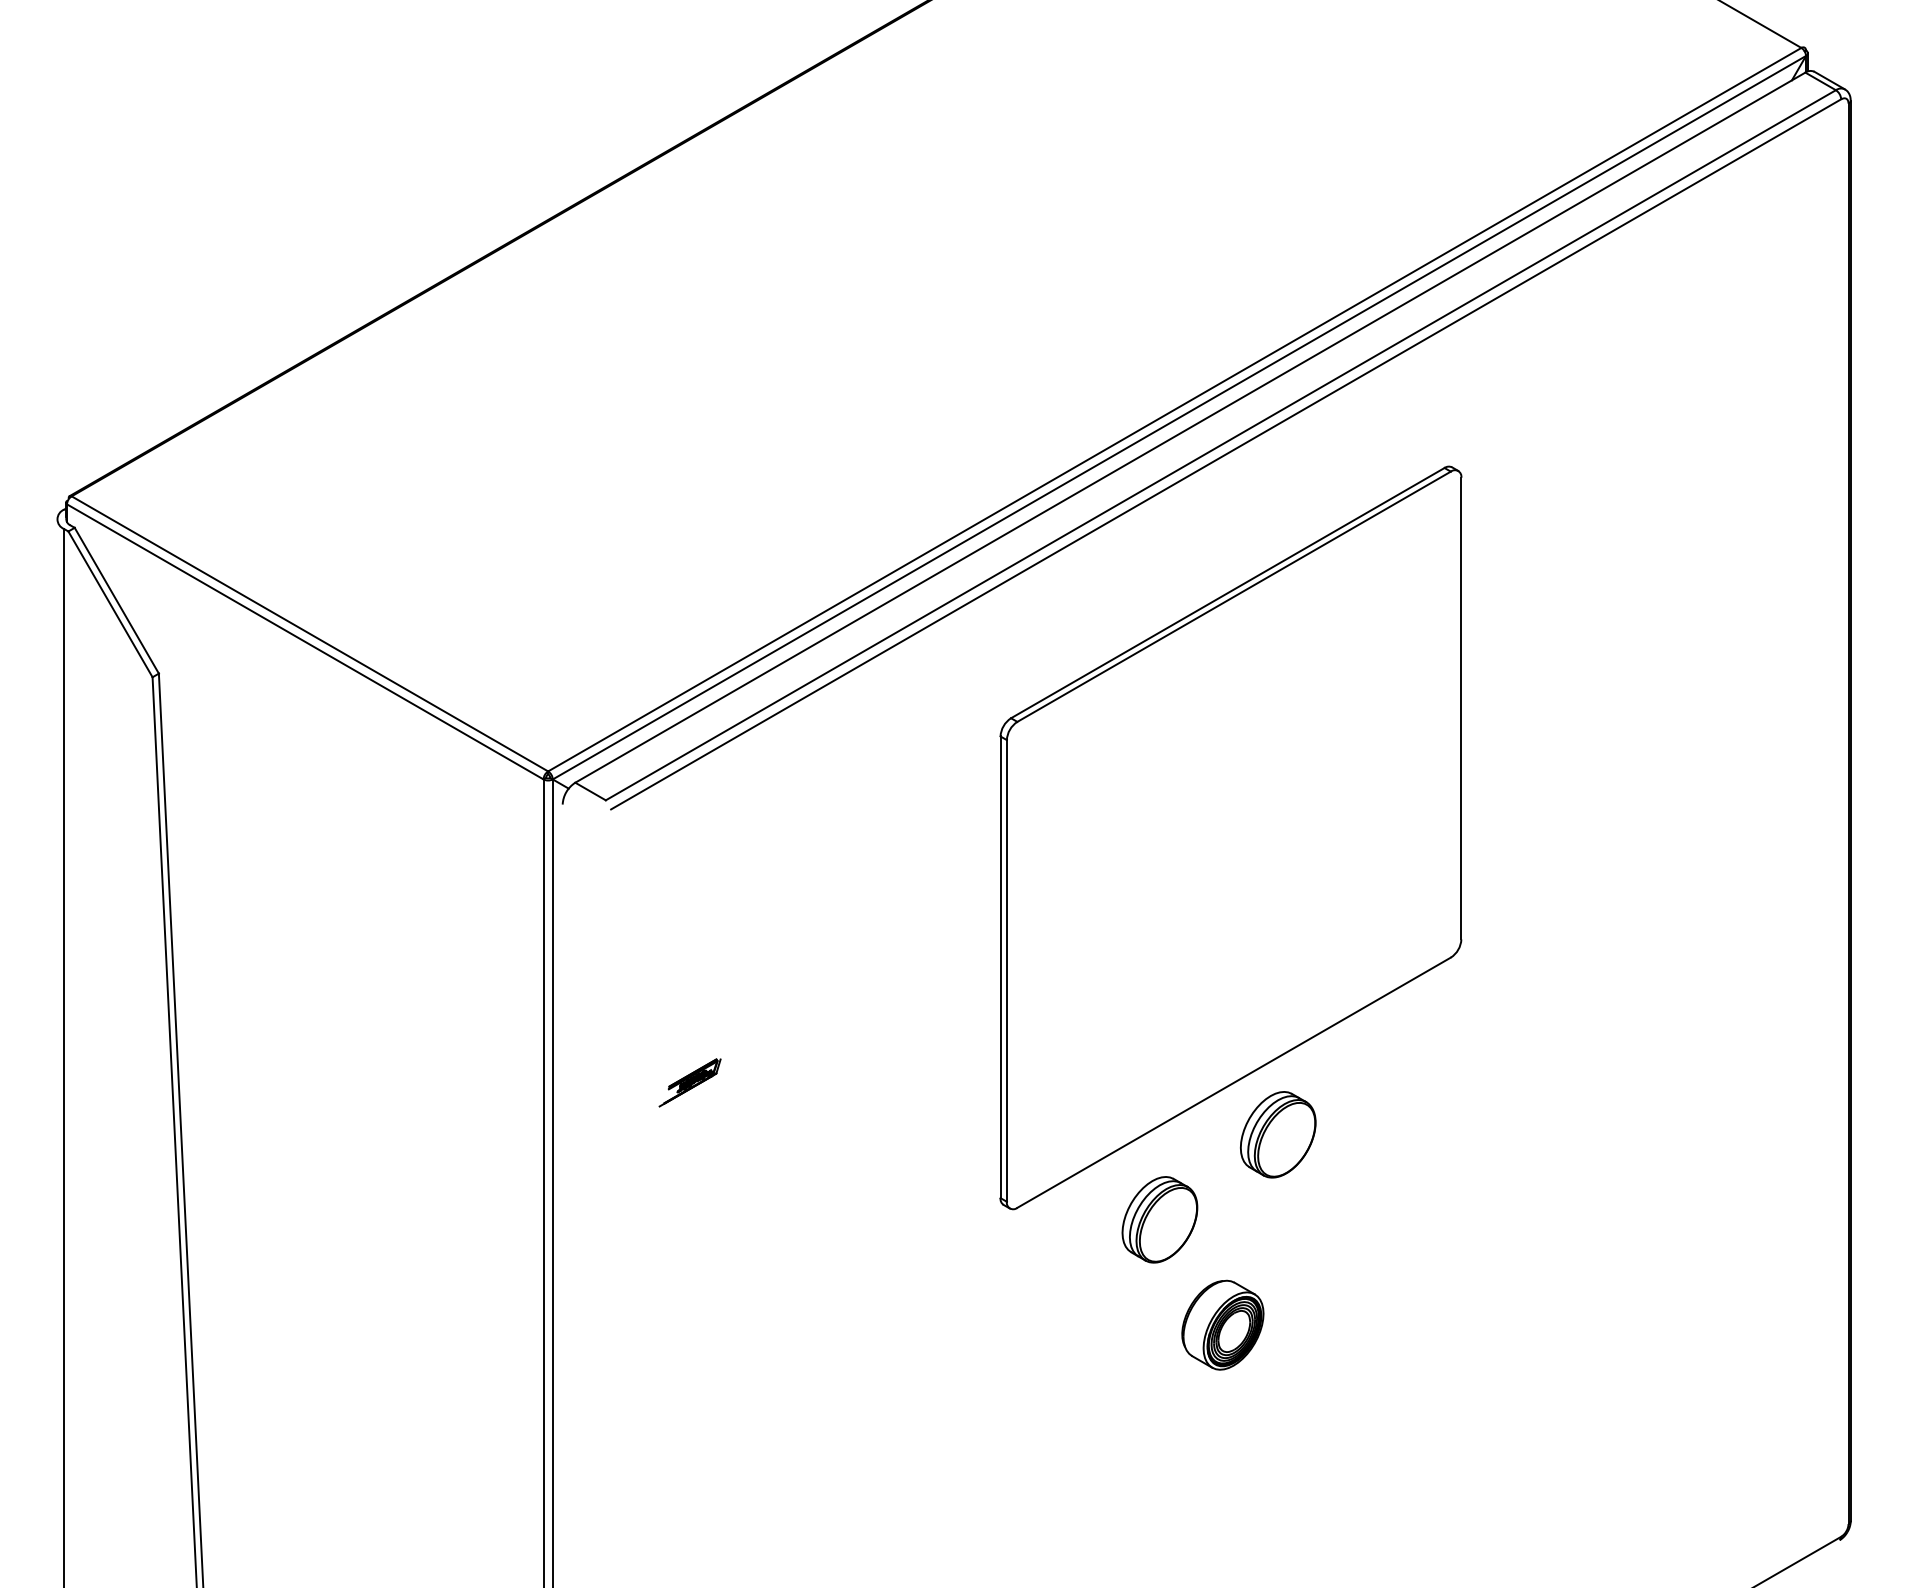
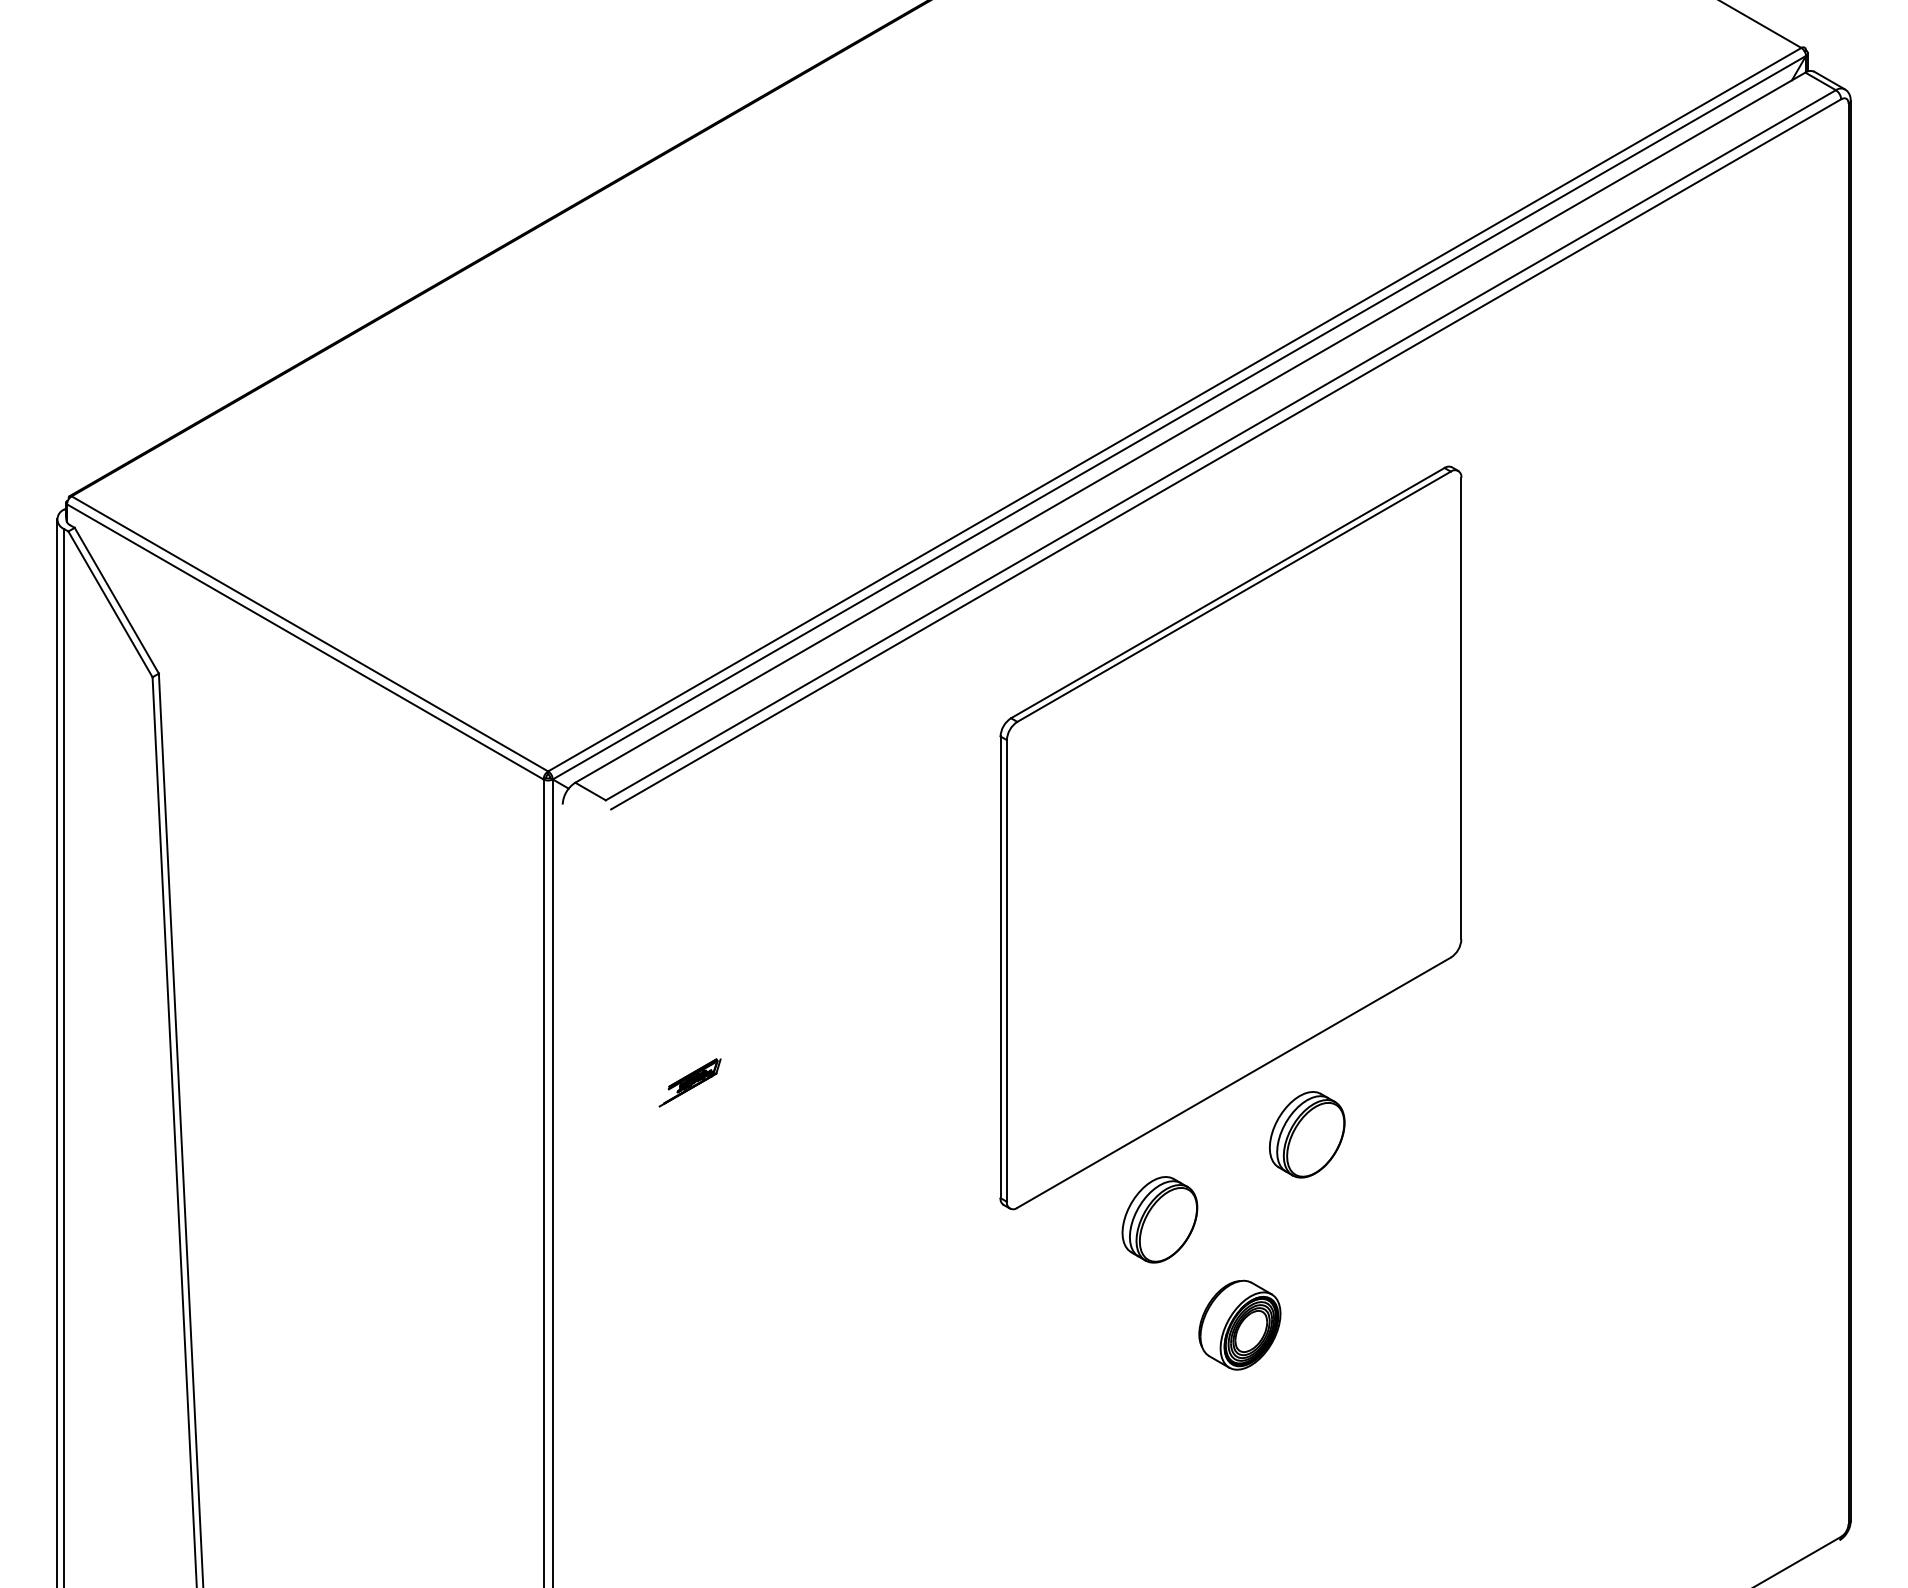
line at (57, 1051): none -> present
part at (1278, 1134) position: (1278, 1134) -> (1307, 1134)
part at (1222, 1324) position: (1222, 1324) -> (1239, 1324)
